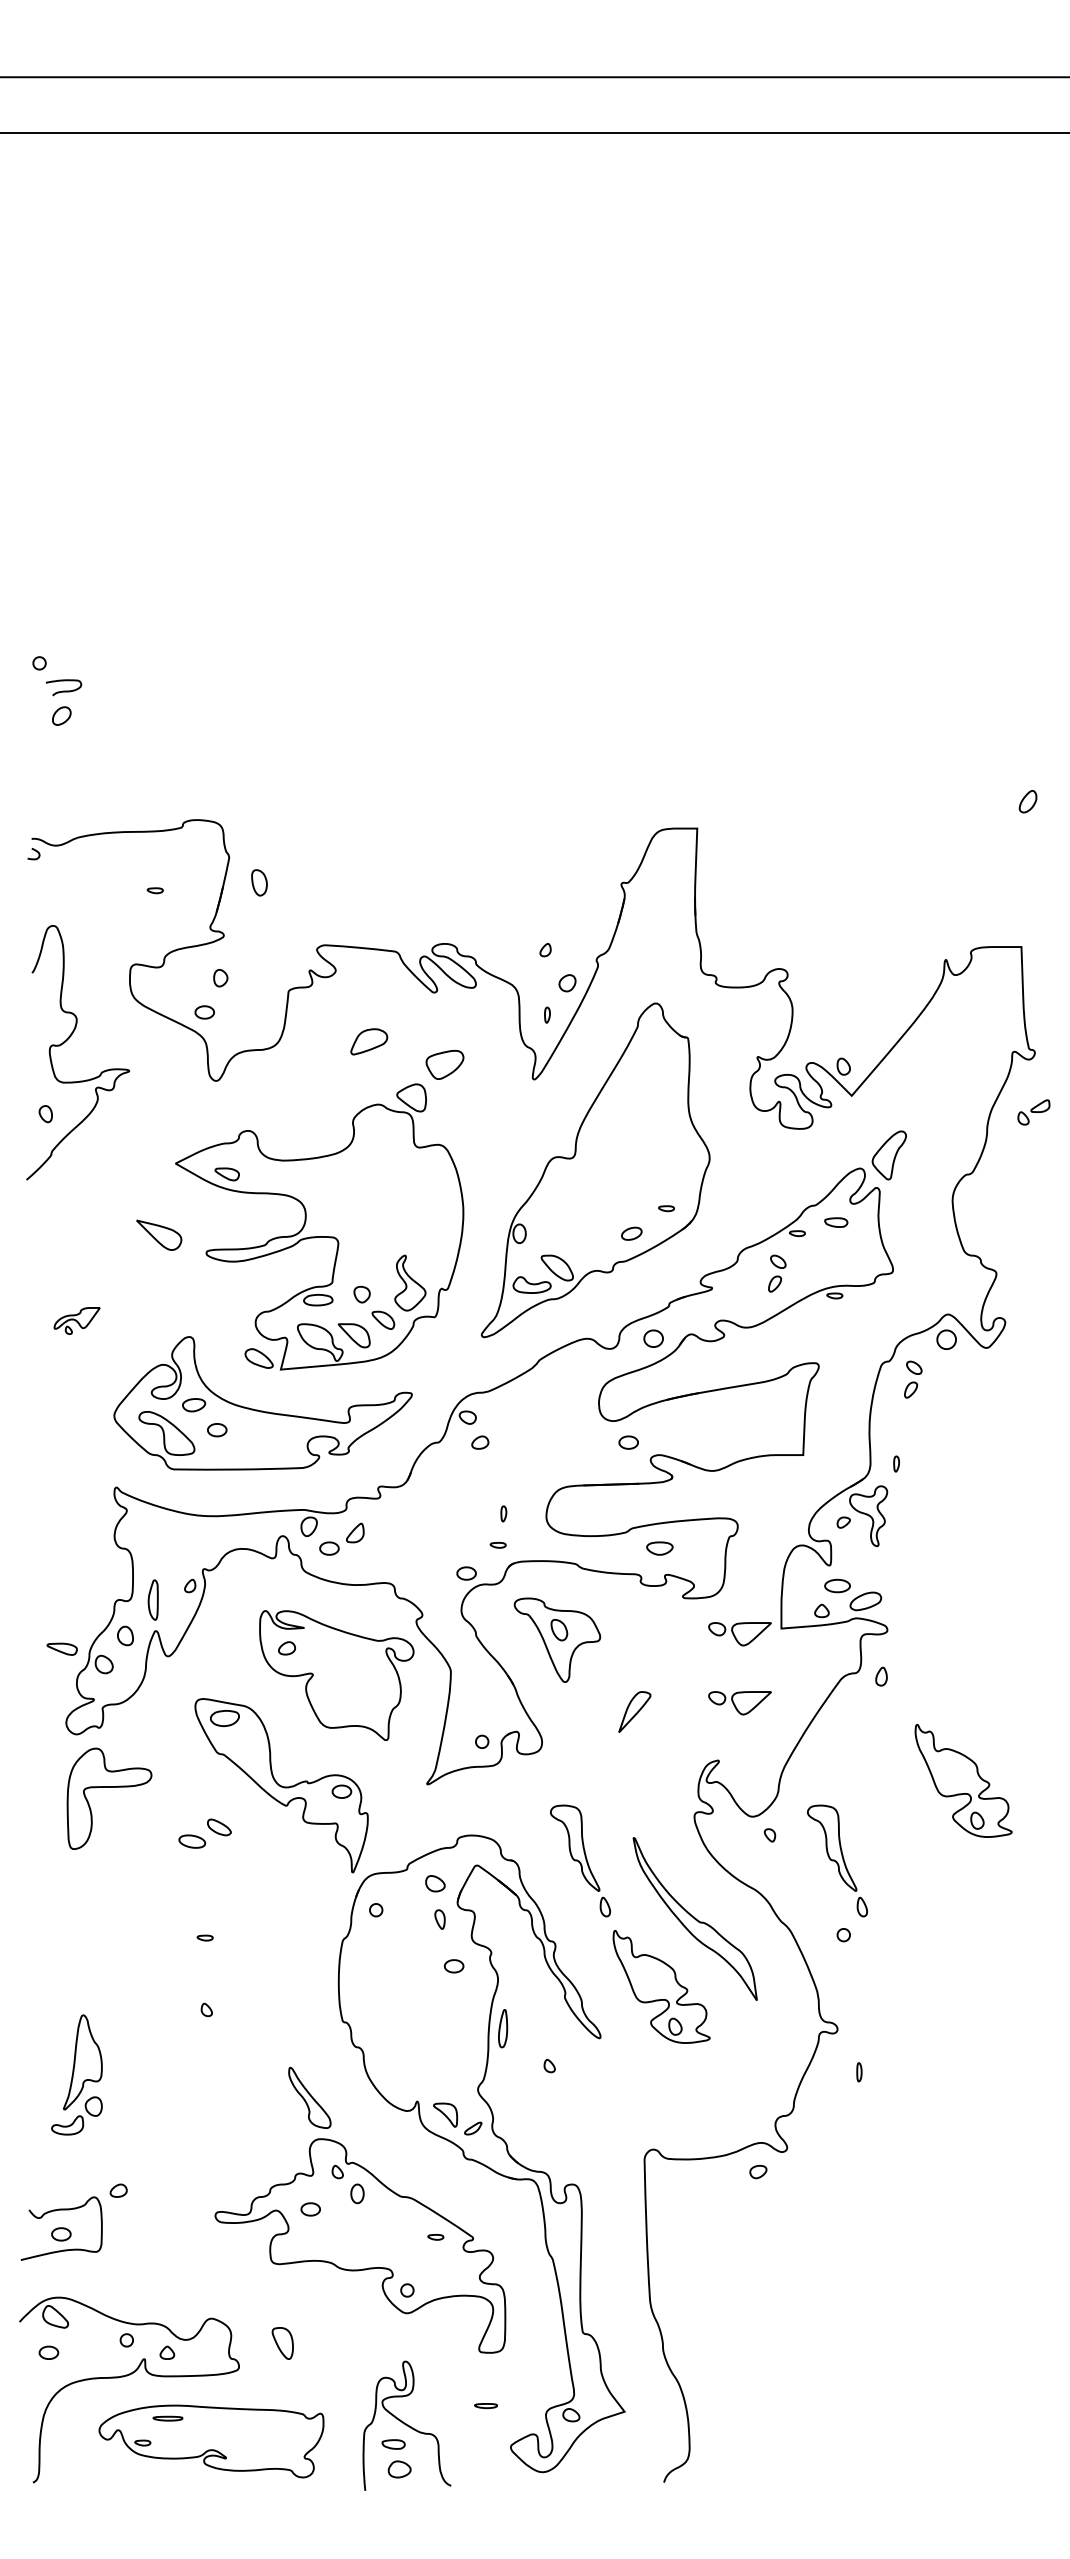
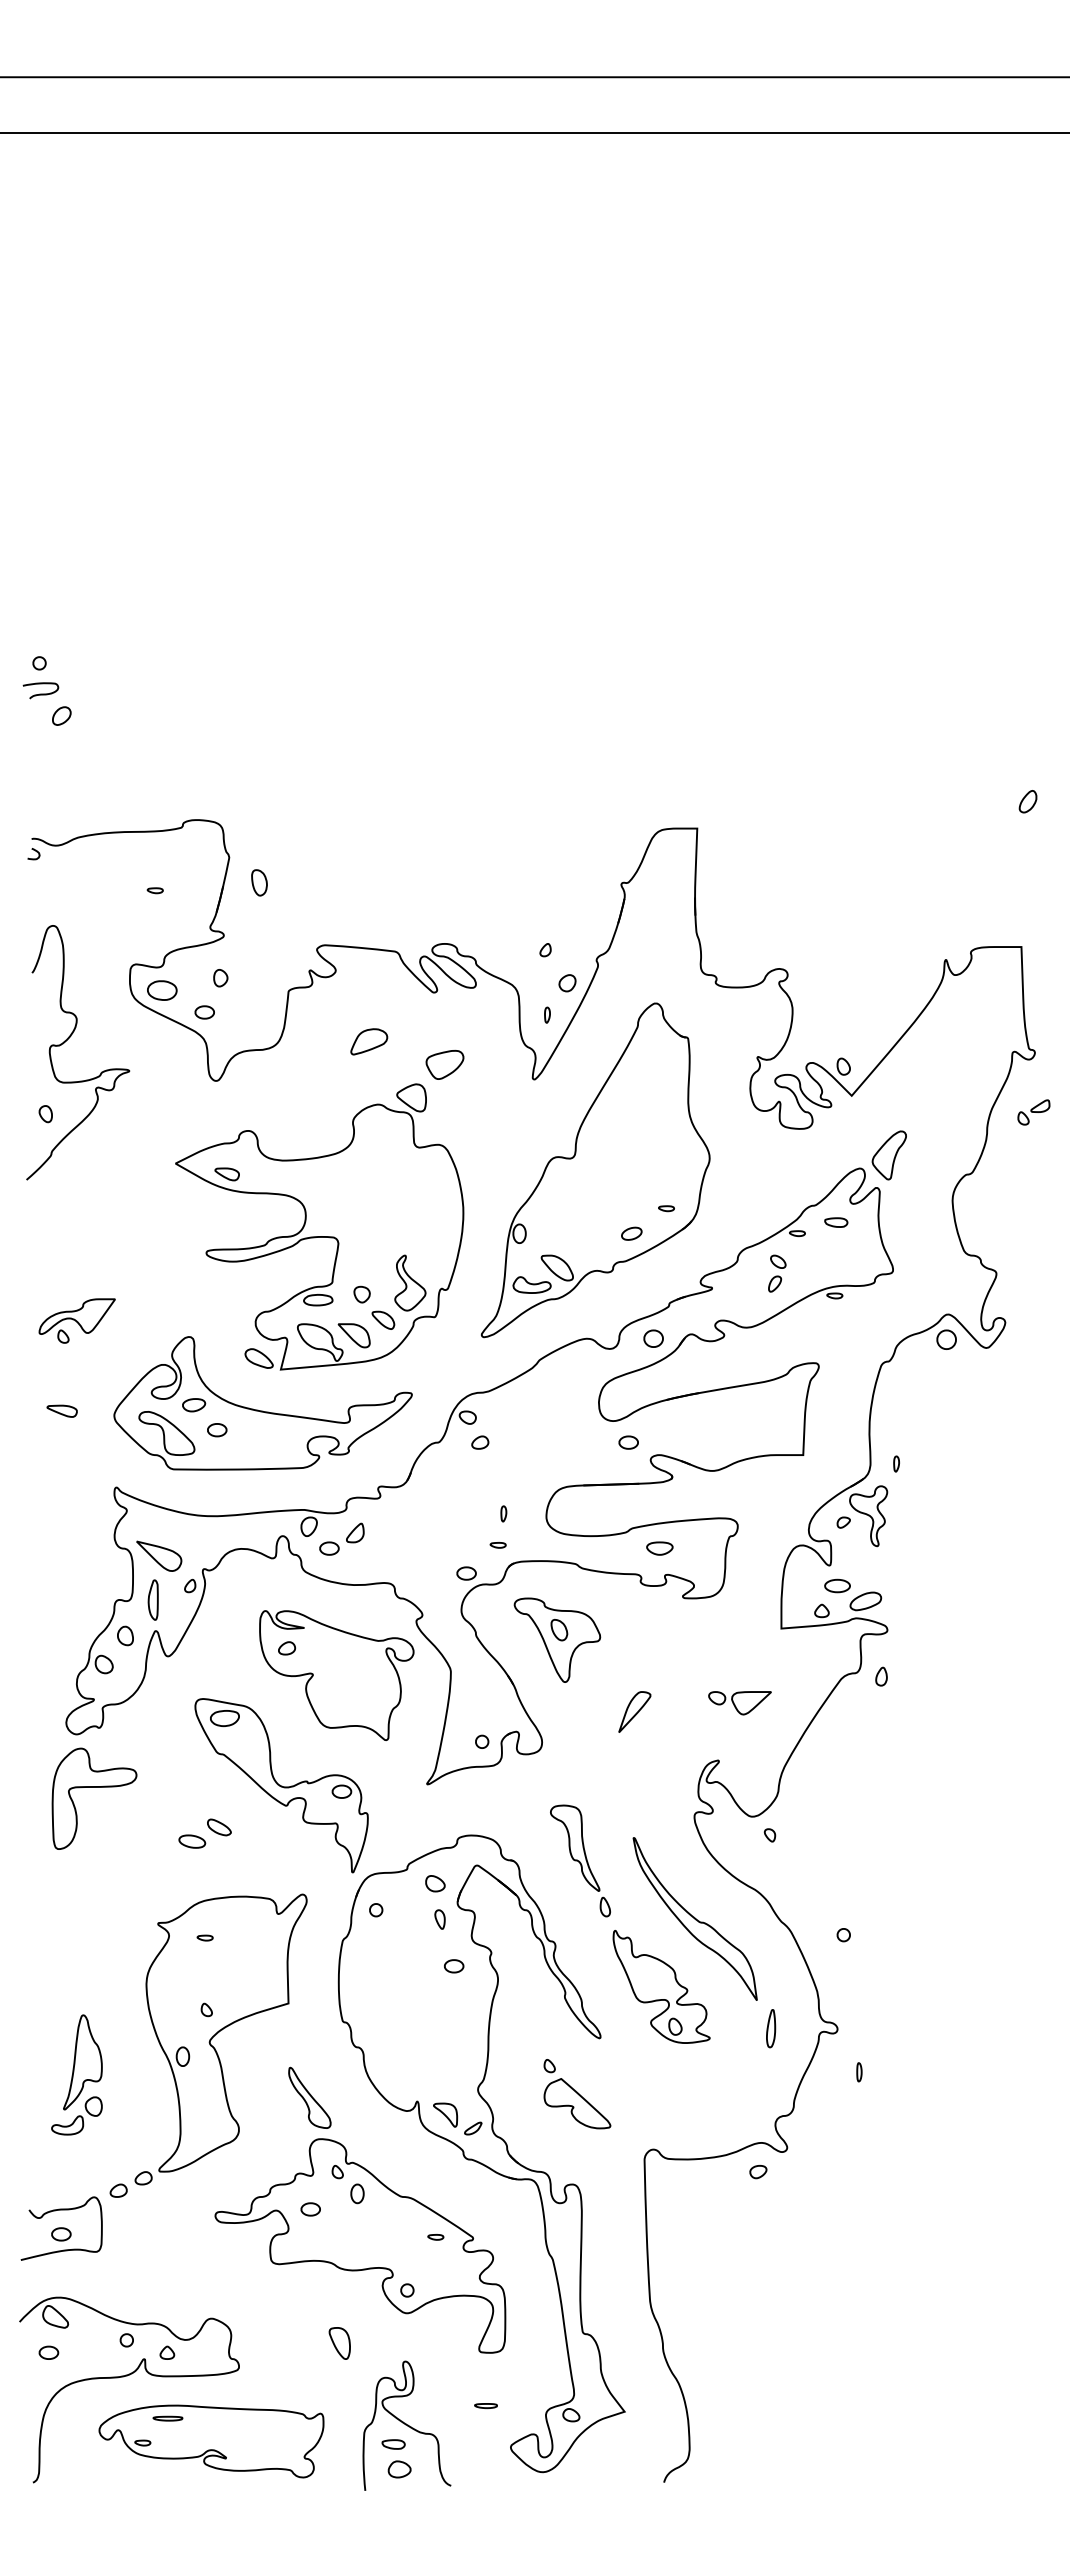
curve at (63, 690) position: (63, 690) -> (40, 693)
part at (162, 990): none -> present
part at (159, 1234) position: (159, 1234) -> (159, 1555)
part at (76, 1320) size: 48x28 px -> 78x46 px
part at (913, 1379): present -> none
part at (739, 1634): present -> none
part at (61, 1648) position: (61, 1648) -> (61, 1410)
part at (963, 1780): present -> none
part at (109, 1787) position: (109, 1787) -> (94, 1787)
part at (837, 1860): present -> none
part at (503, 2028) position: (503, 2028) -> (771, 2028)
part at (220, 2039): none -> present
part at (577, 2103): none -> present
part at (282, 2343) position: (282, 2343) -> (339, 2343)
